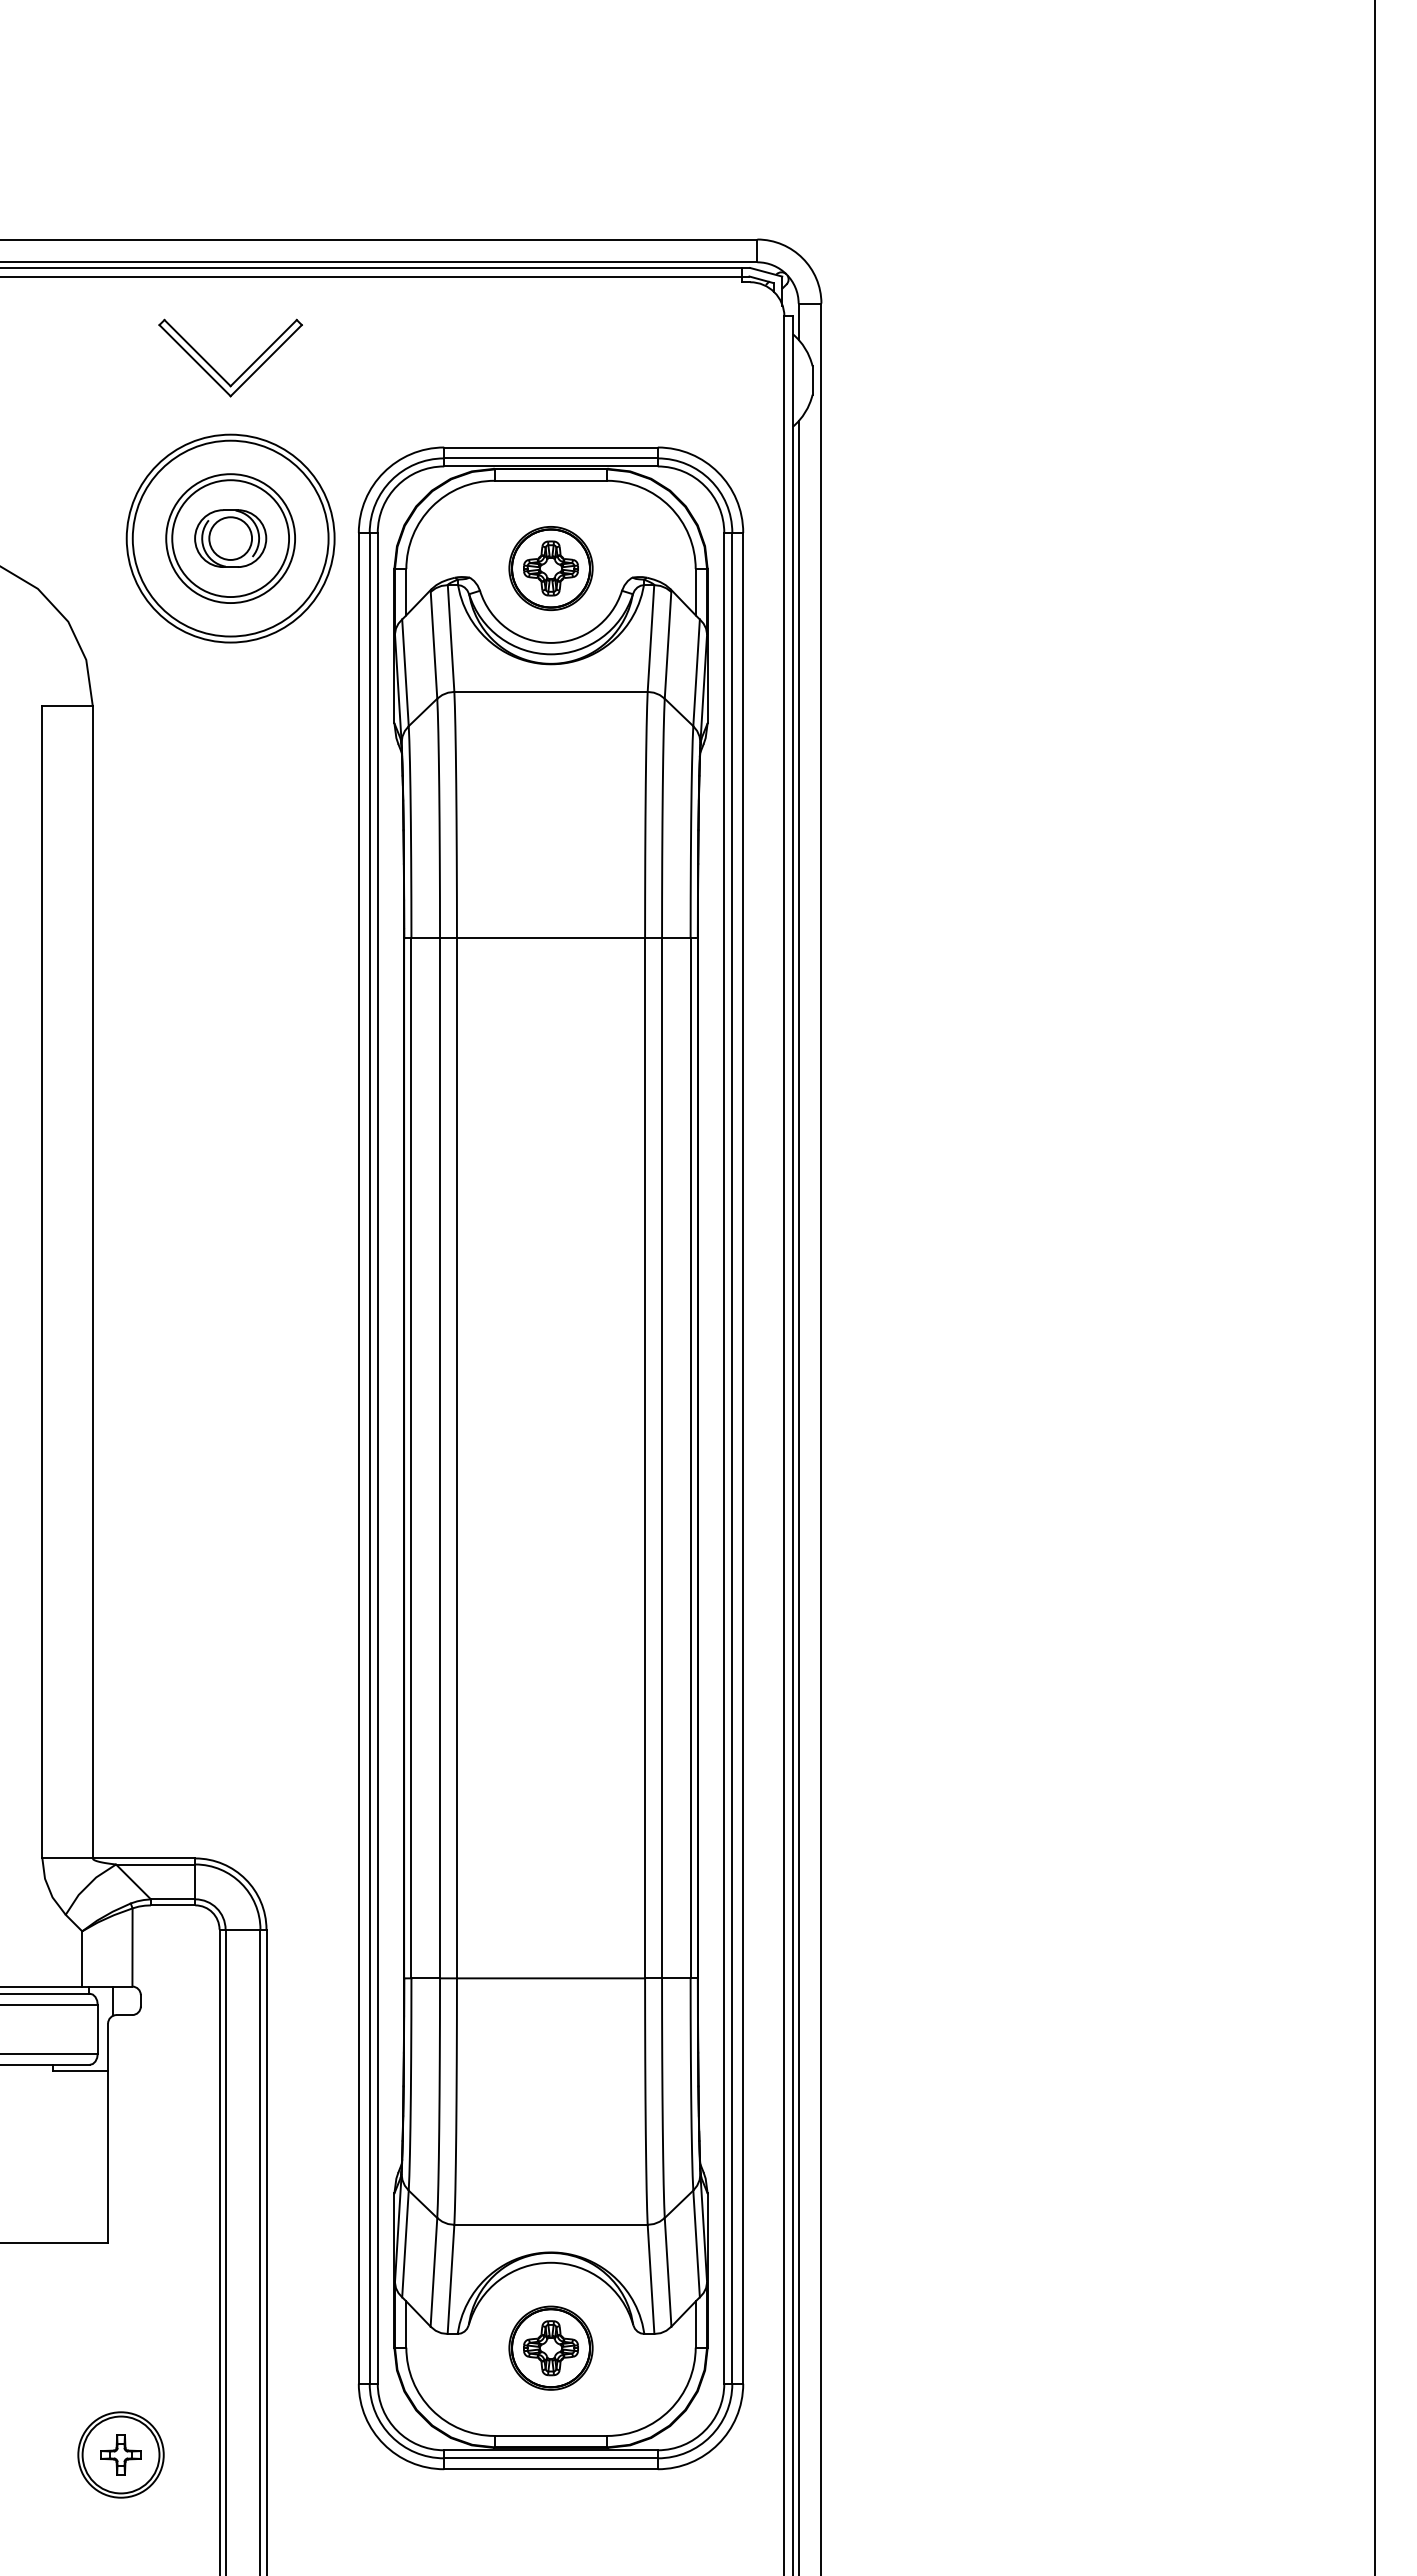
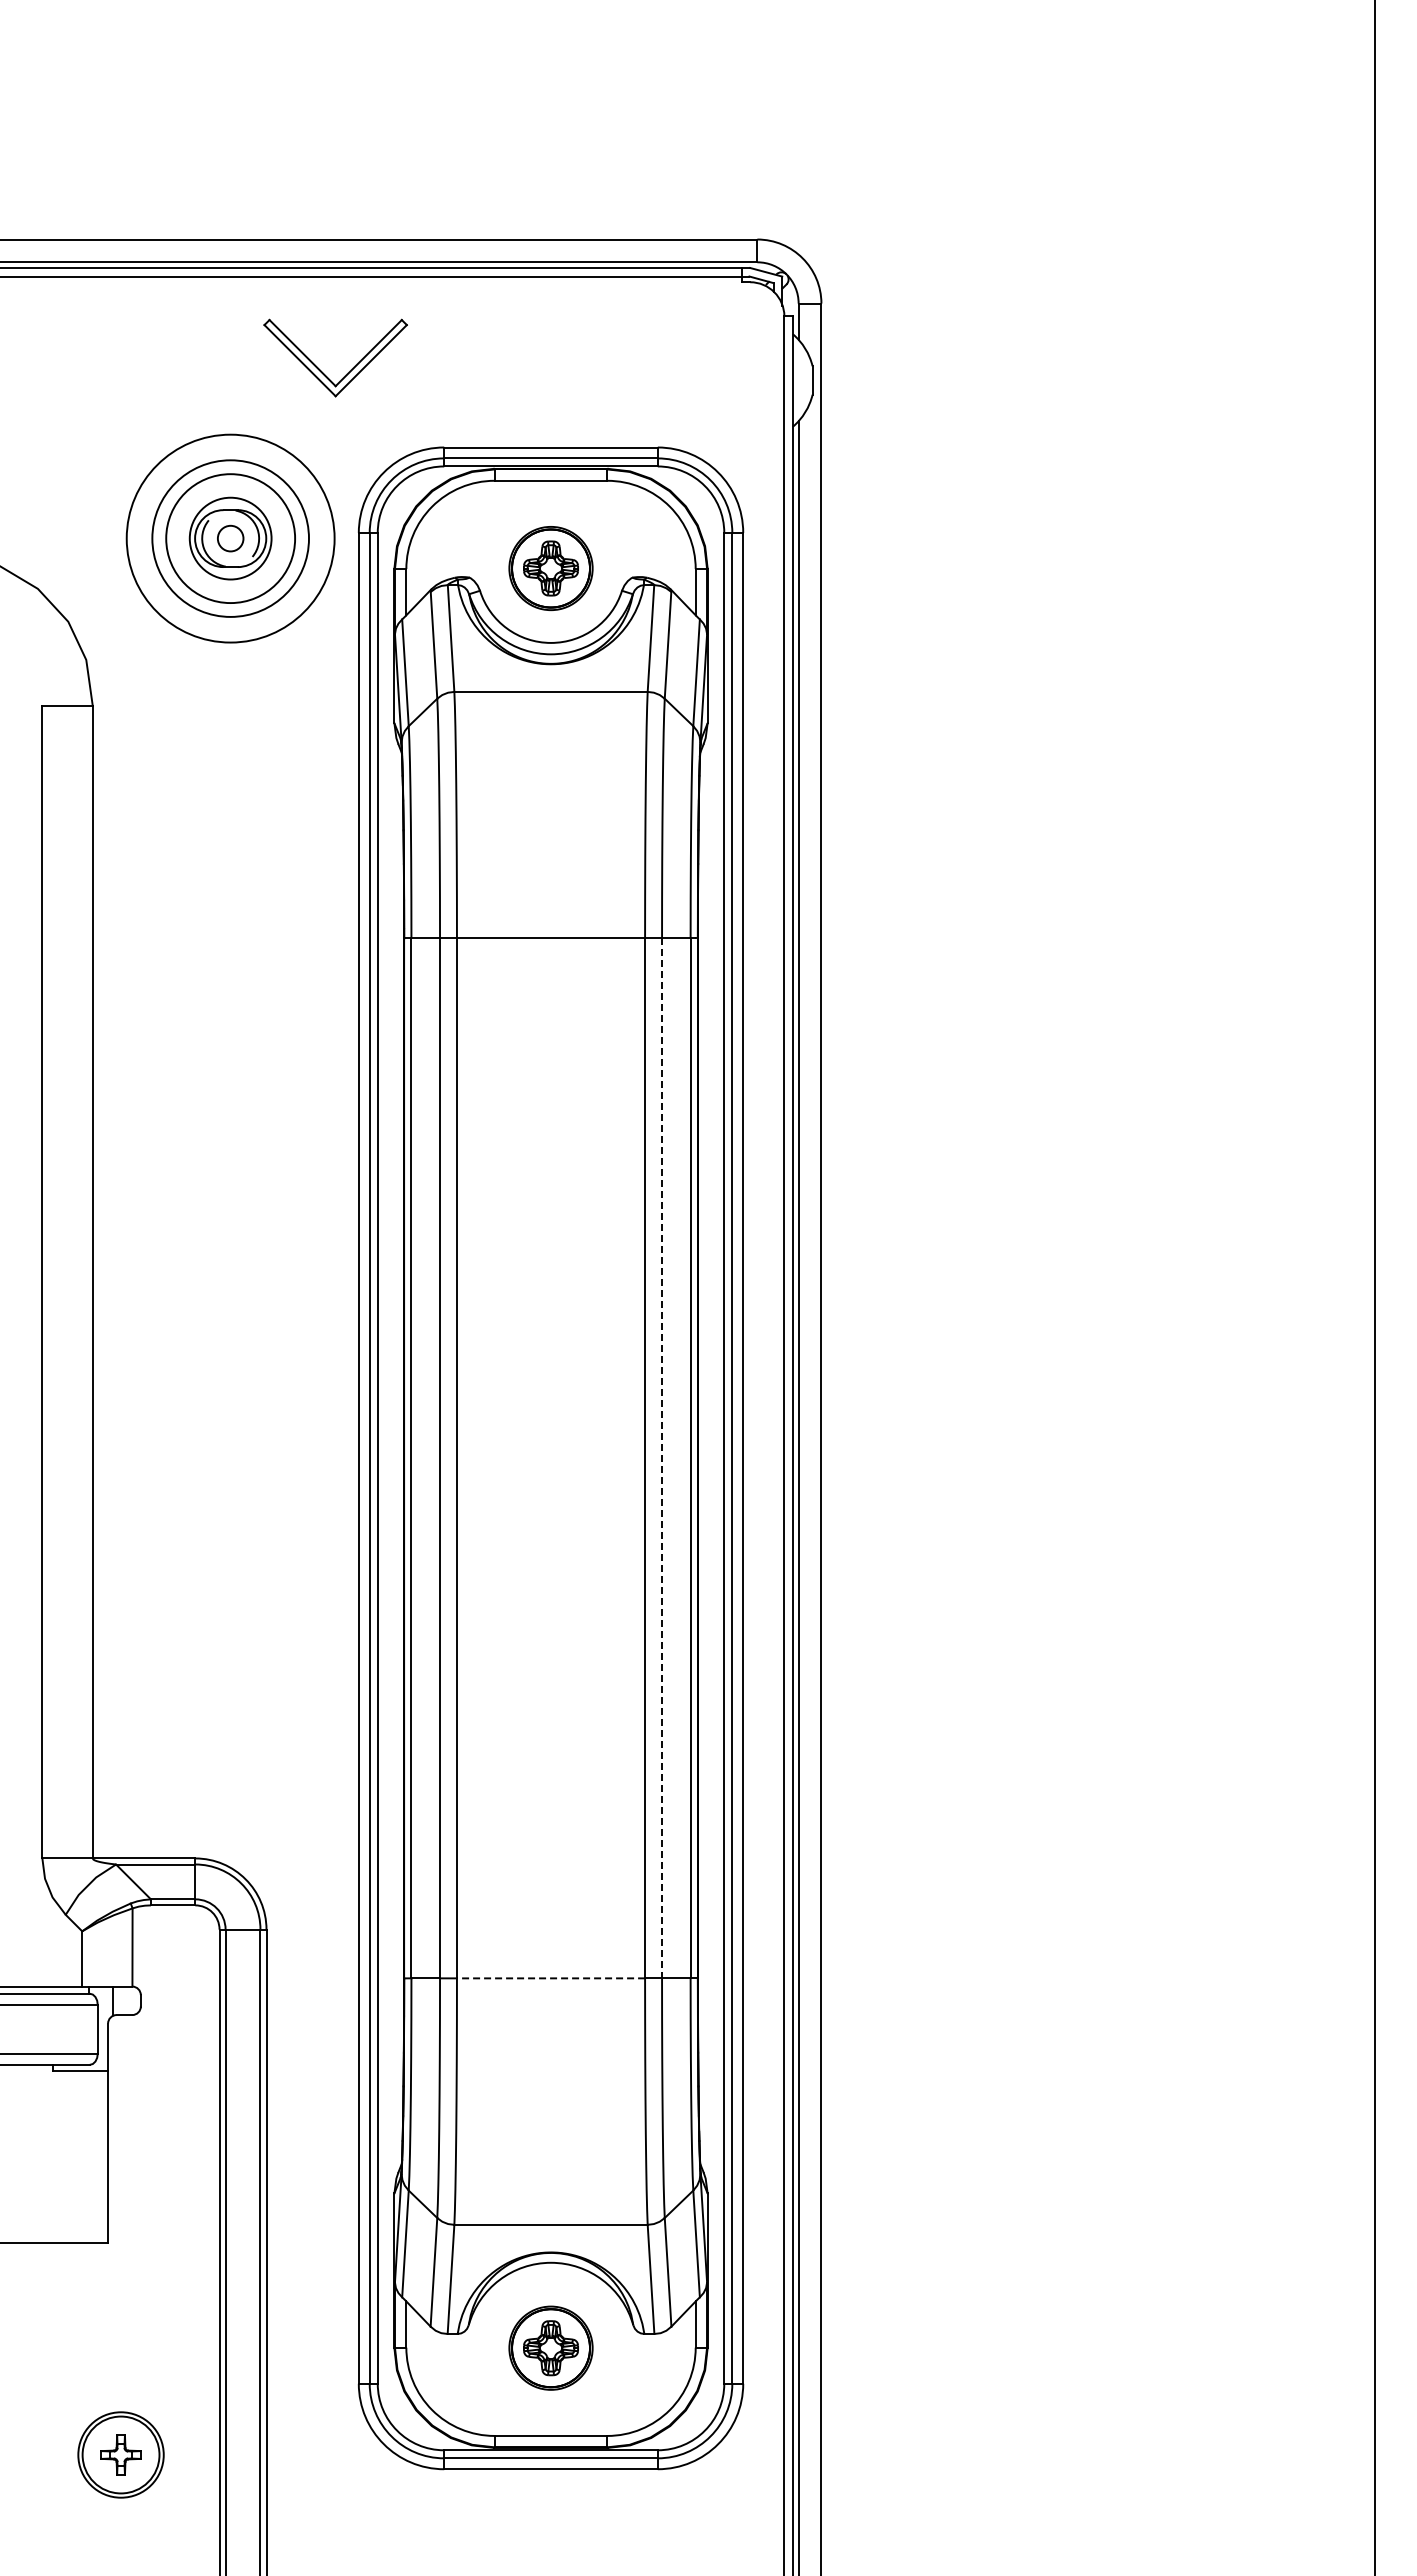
part at (216, 370) position: (216, 370) -> (321, 370)
circle at (230, 538) diameter: 117 px -> 82 px
circle at (230, 538) diameter: 196 px -> 157 px
circle at (230, 538) diameter: 43 px -> 26 px
line at (662, 1458): solid -> dashed
line at (550, 1978): solid -> dashed
